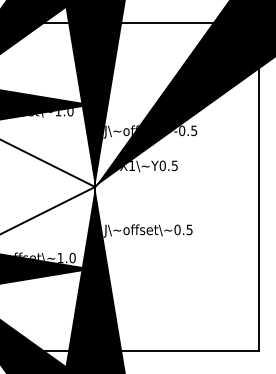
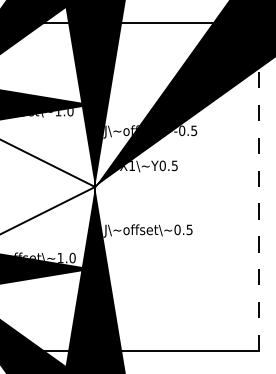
line at (259, 186): solid -> dashed
